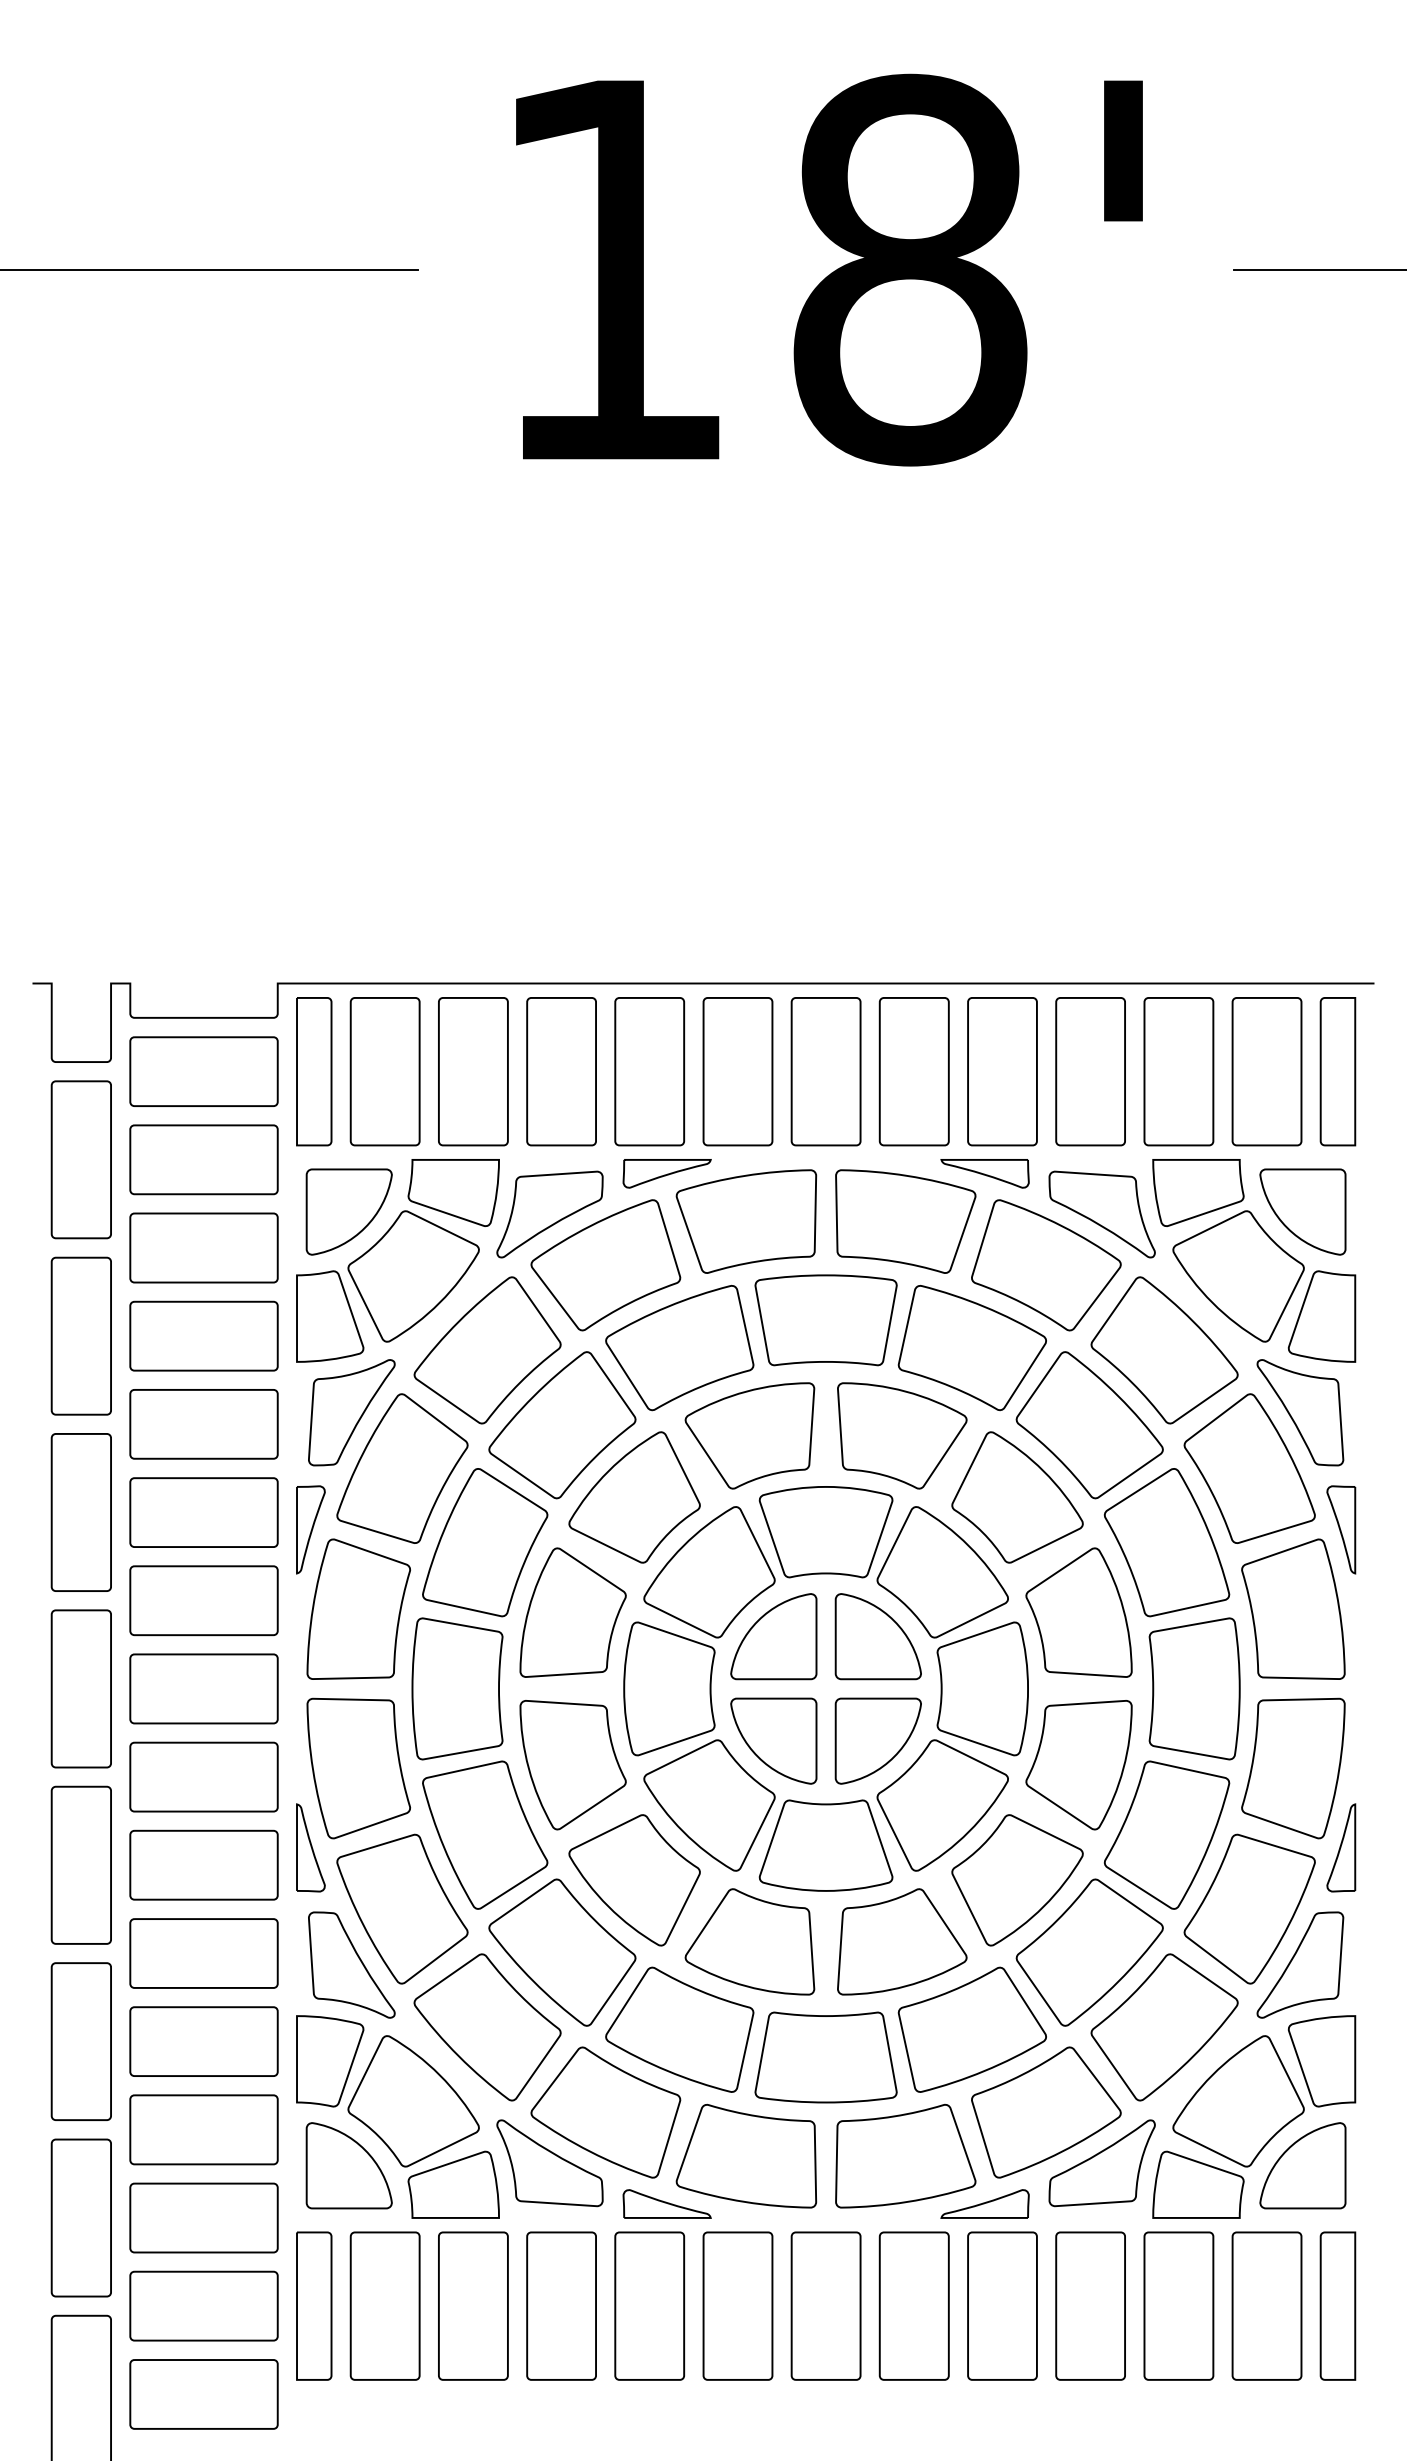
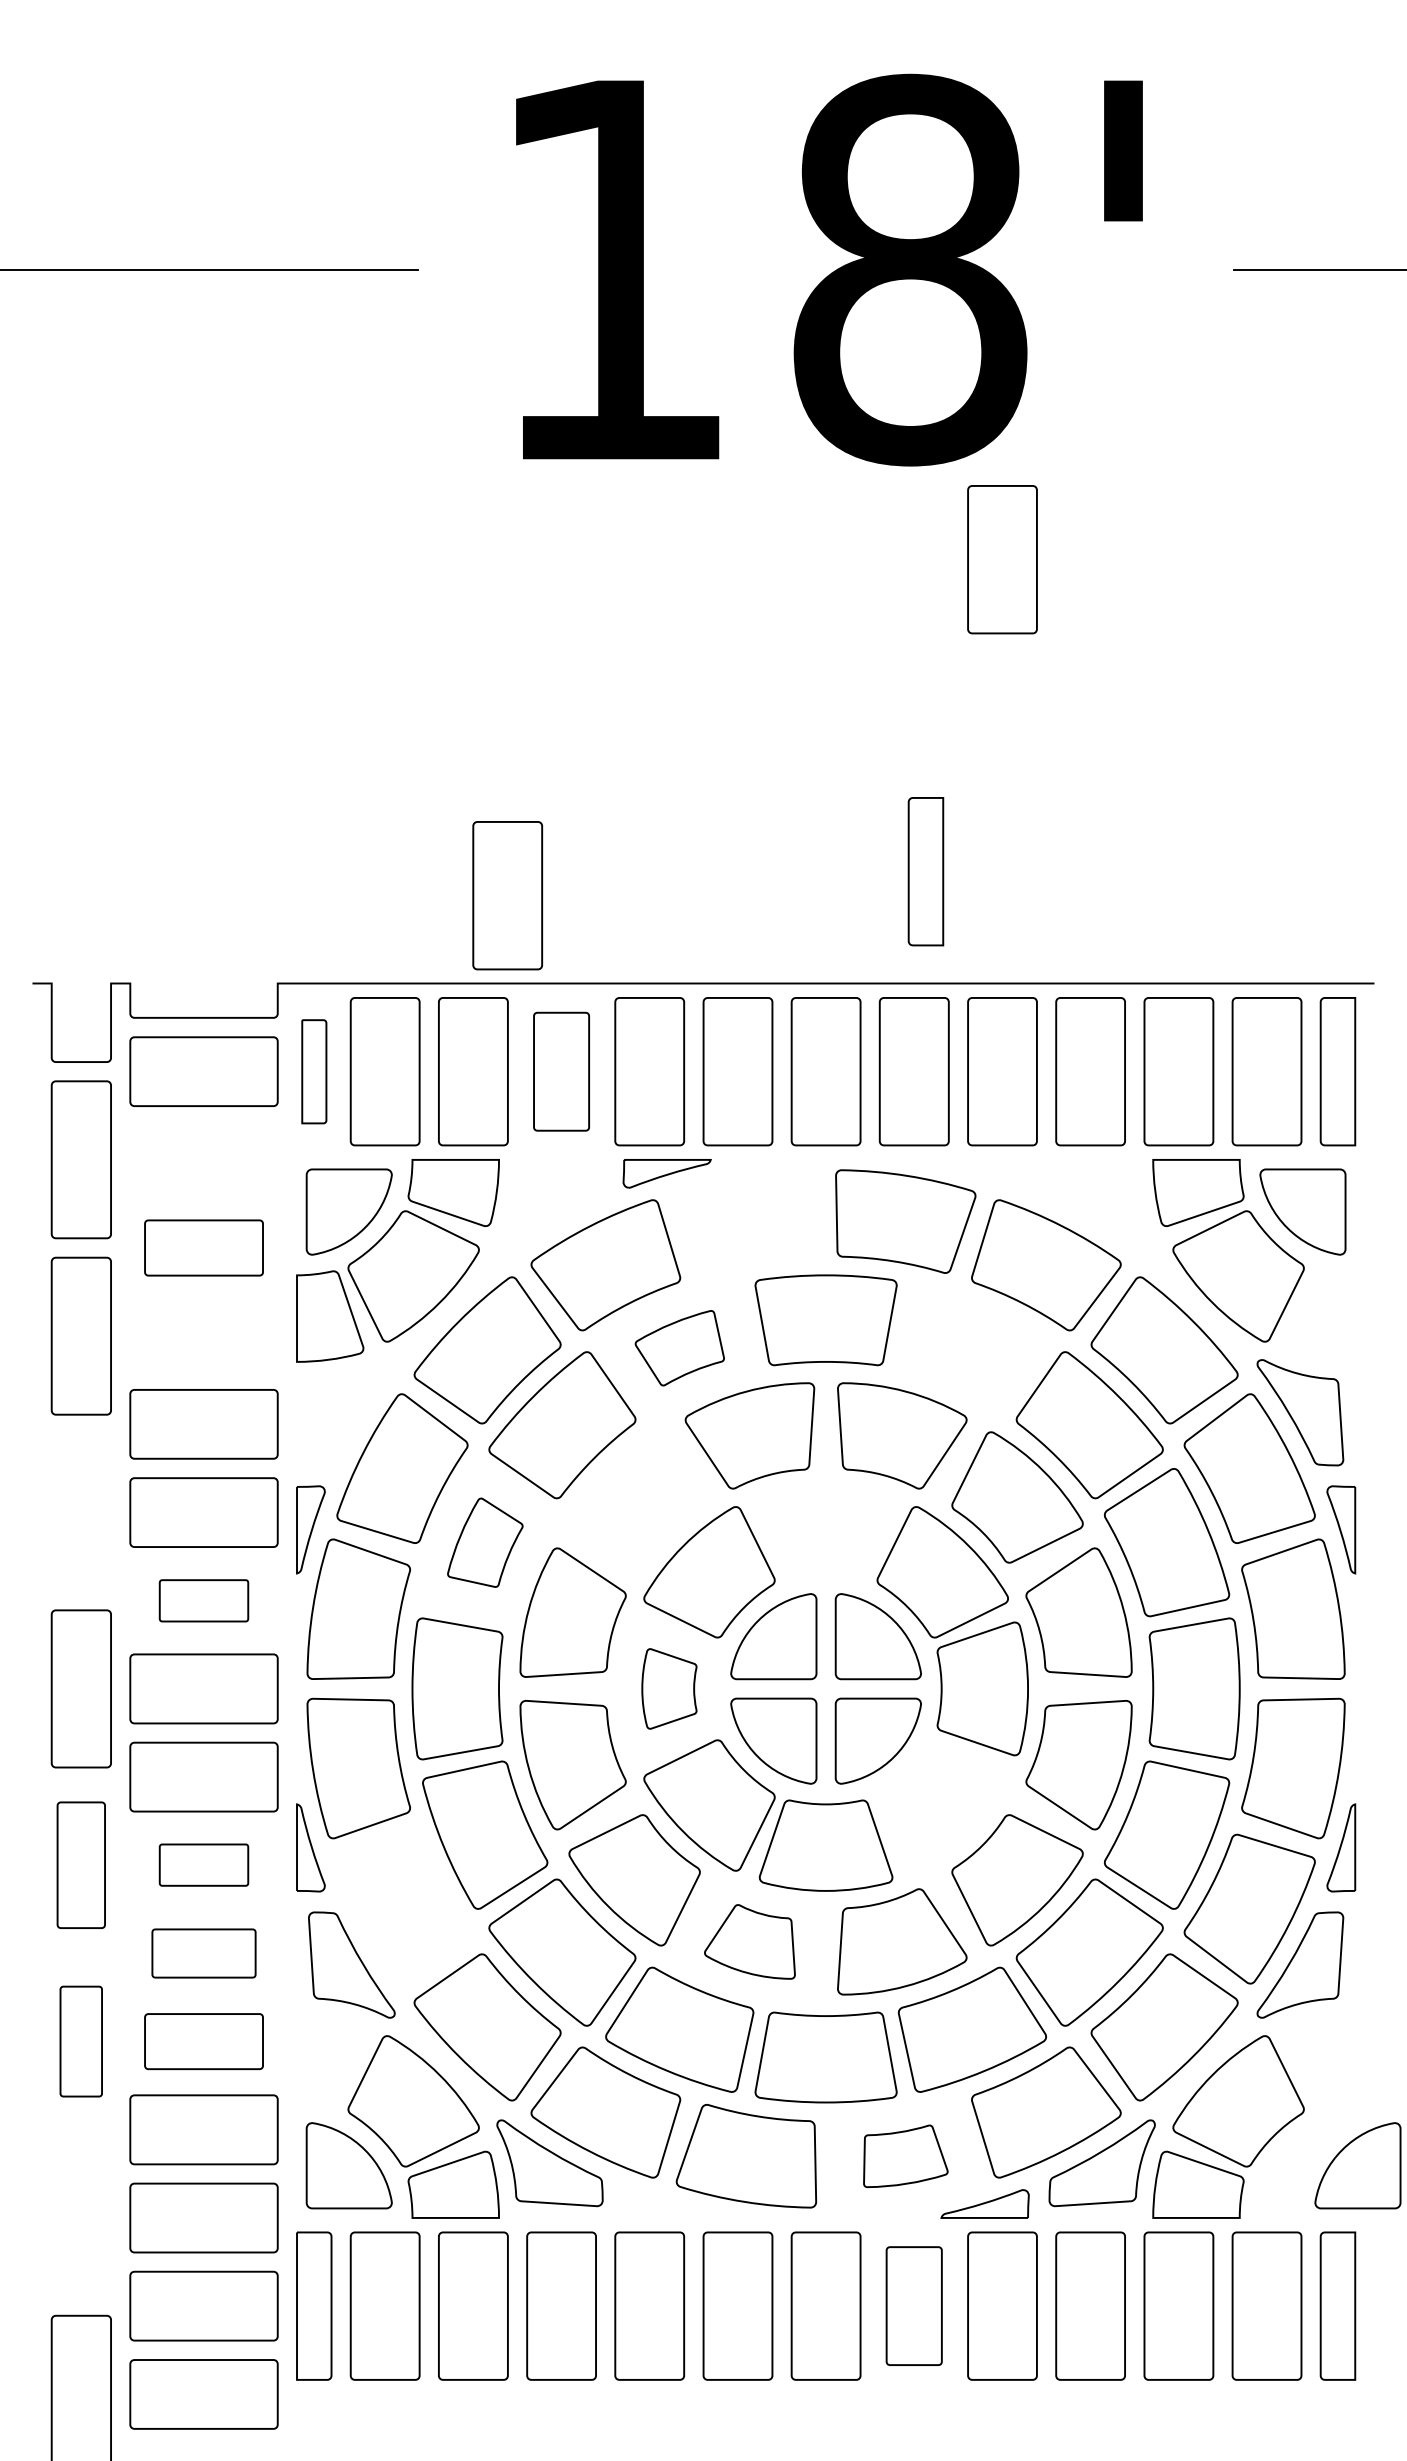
part at (1002, 559): none -> present
part at (925, 871): none -> present
part at (507, 895): none -> present
part at (314, 1071) size: 37x150 px -> 27x106 px
part at (561, 1071) size: 71x150 px -> 57x121 px
part at (203, 1159): present -> none
part at (984, 1173): present -> none
part at (549, 1214): present -> none
part at (1101, 1214): present -> none
part at (746, 1221): present -> none
part at (203, 1247) size: 150x72 px -> 120x58 px
part at (1321, 1316): present -> none
part at (203, 1335): present -> none
part at (679, 1348) size: 150x127 px -> 91x77 px
part at (971, 1348): present -> none
part at (351, 1412): present -> none
part at (634, 1497): present -> none
part at (80, 1512): present -> none
part at (825, 1532): present -> none
part at (485, 1542) size: 127x150 px -> 77x91 px
part at (203, 1600) size: 150x72 px -> 92x44 px
part at (669, 1688) size: 93x136 px -> 57x82 px
part at (942, 1805): present -> none
part at (80, 1864) size: 62x160 px -> 50x128 px
part at (203, 1864) size: 150x72 px -> 92x44 px
part at (402, 1908): present -> none
part at (749, 1941) size: 132x108 px -> 92x76 px
part at (203, 1953) size: 150x71 px -> 106x51 px
part at (80, 2041) size: 62x159 px -> 44x113 px
part at (203, 2041) size: 150x71 px -> 120x58 px
part at (330, 2061): present -> none
part at (1321, 2061): present -> none
part at (905, 2156) size: 142x105 px -> 86x65 px
part at (1302, 2165) position: (1302, 2165) -> (1357, 2165)
part at (666, 2203): present -> none
part at (80, 2217): present -> none
part at (913, 2305) size: 72x150 px -> 58x120 px
